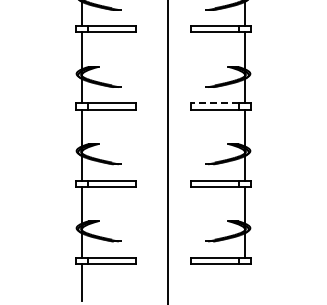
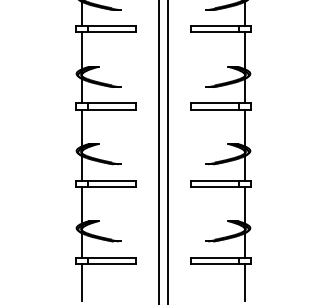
line at (215, 103): dashed -> solid
line at (159, 151): none -> present
line at (244, 281): none -> present
